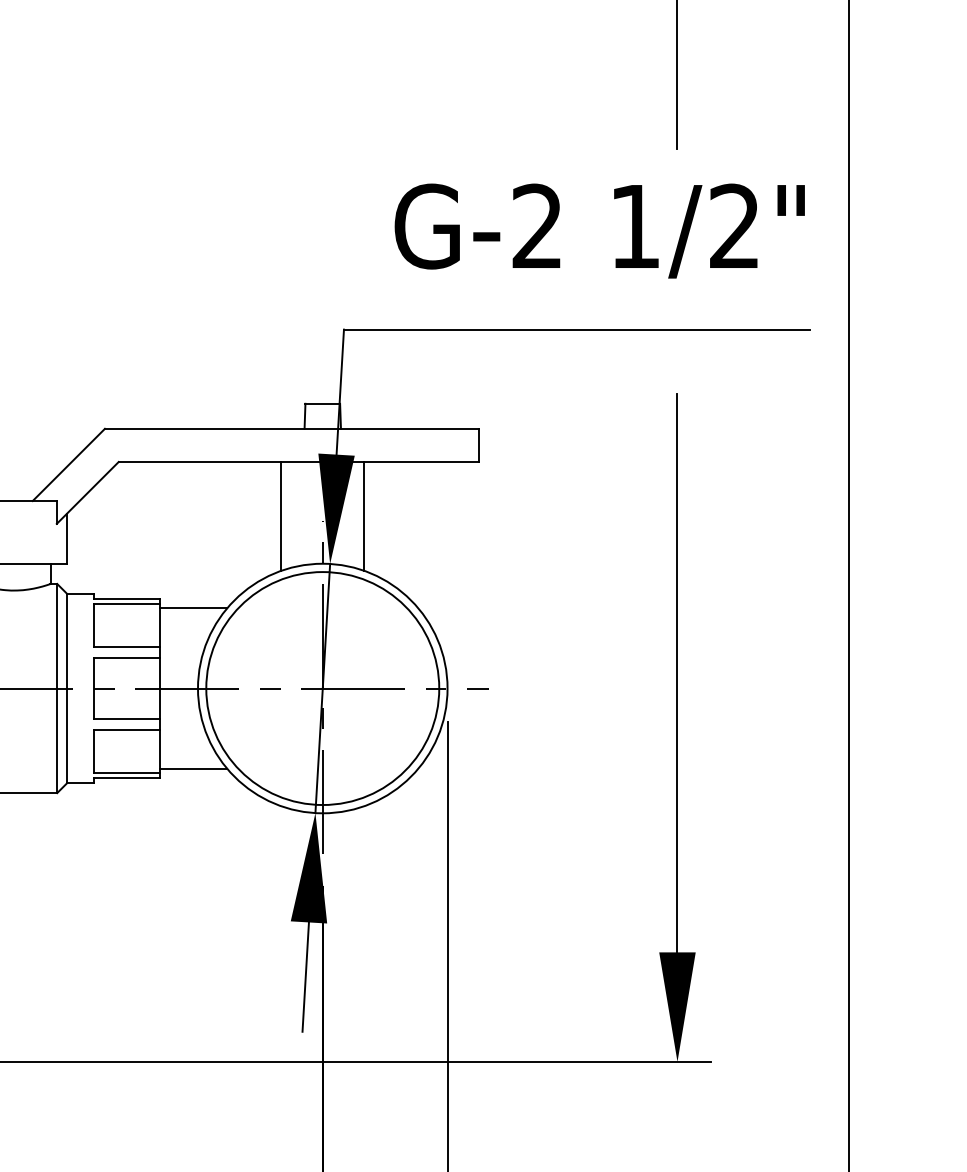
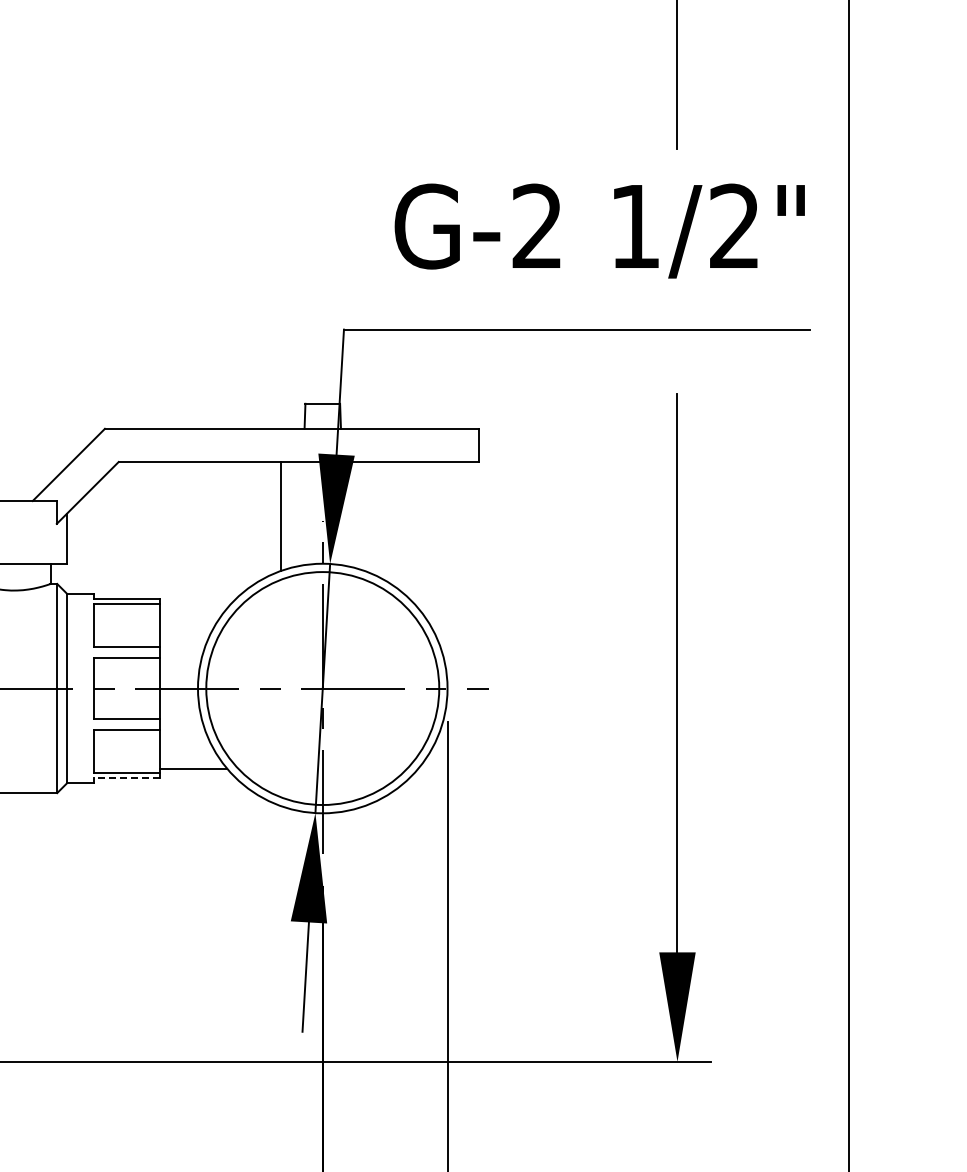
line at (364, 516): present -> none
line at (193, 608): present -> none
line at (126, 778): solid -> dashed
